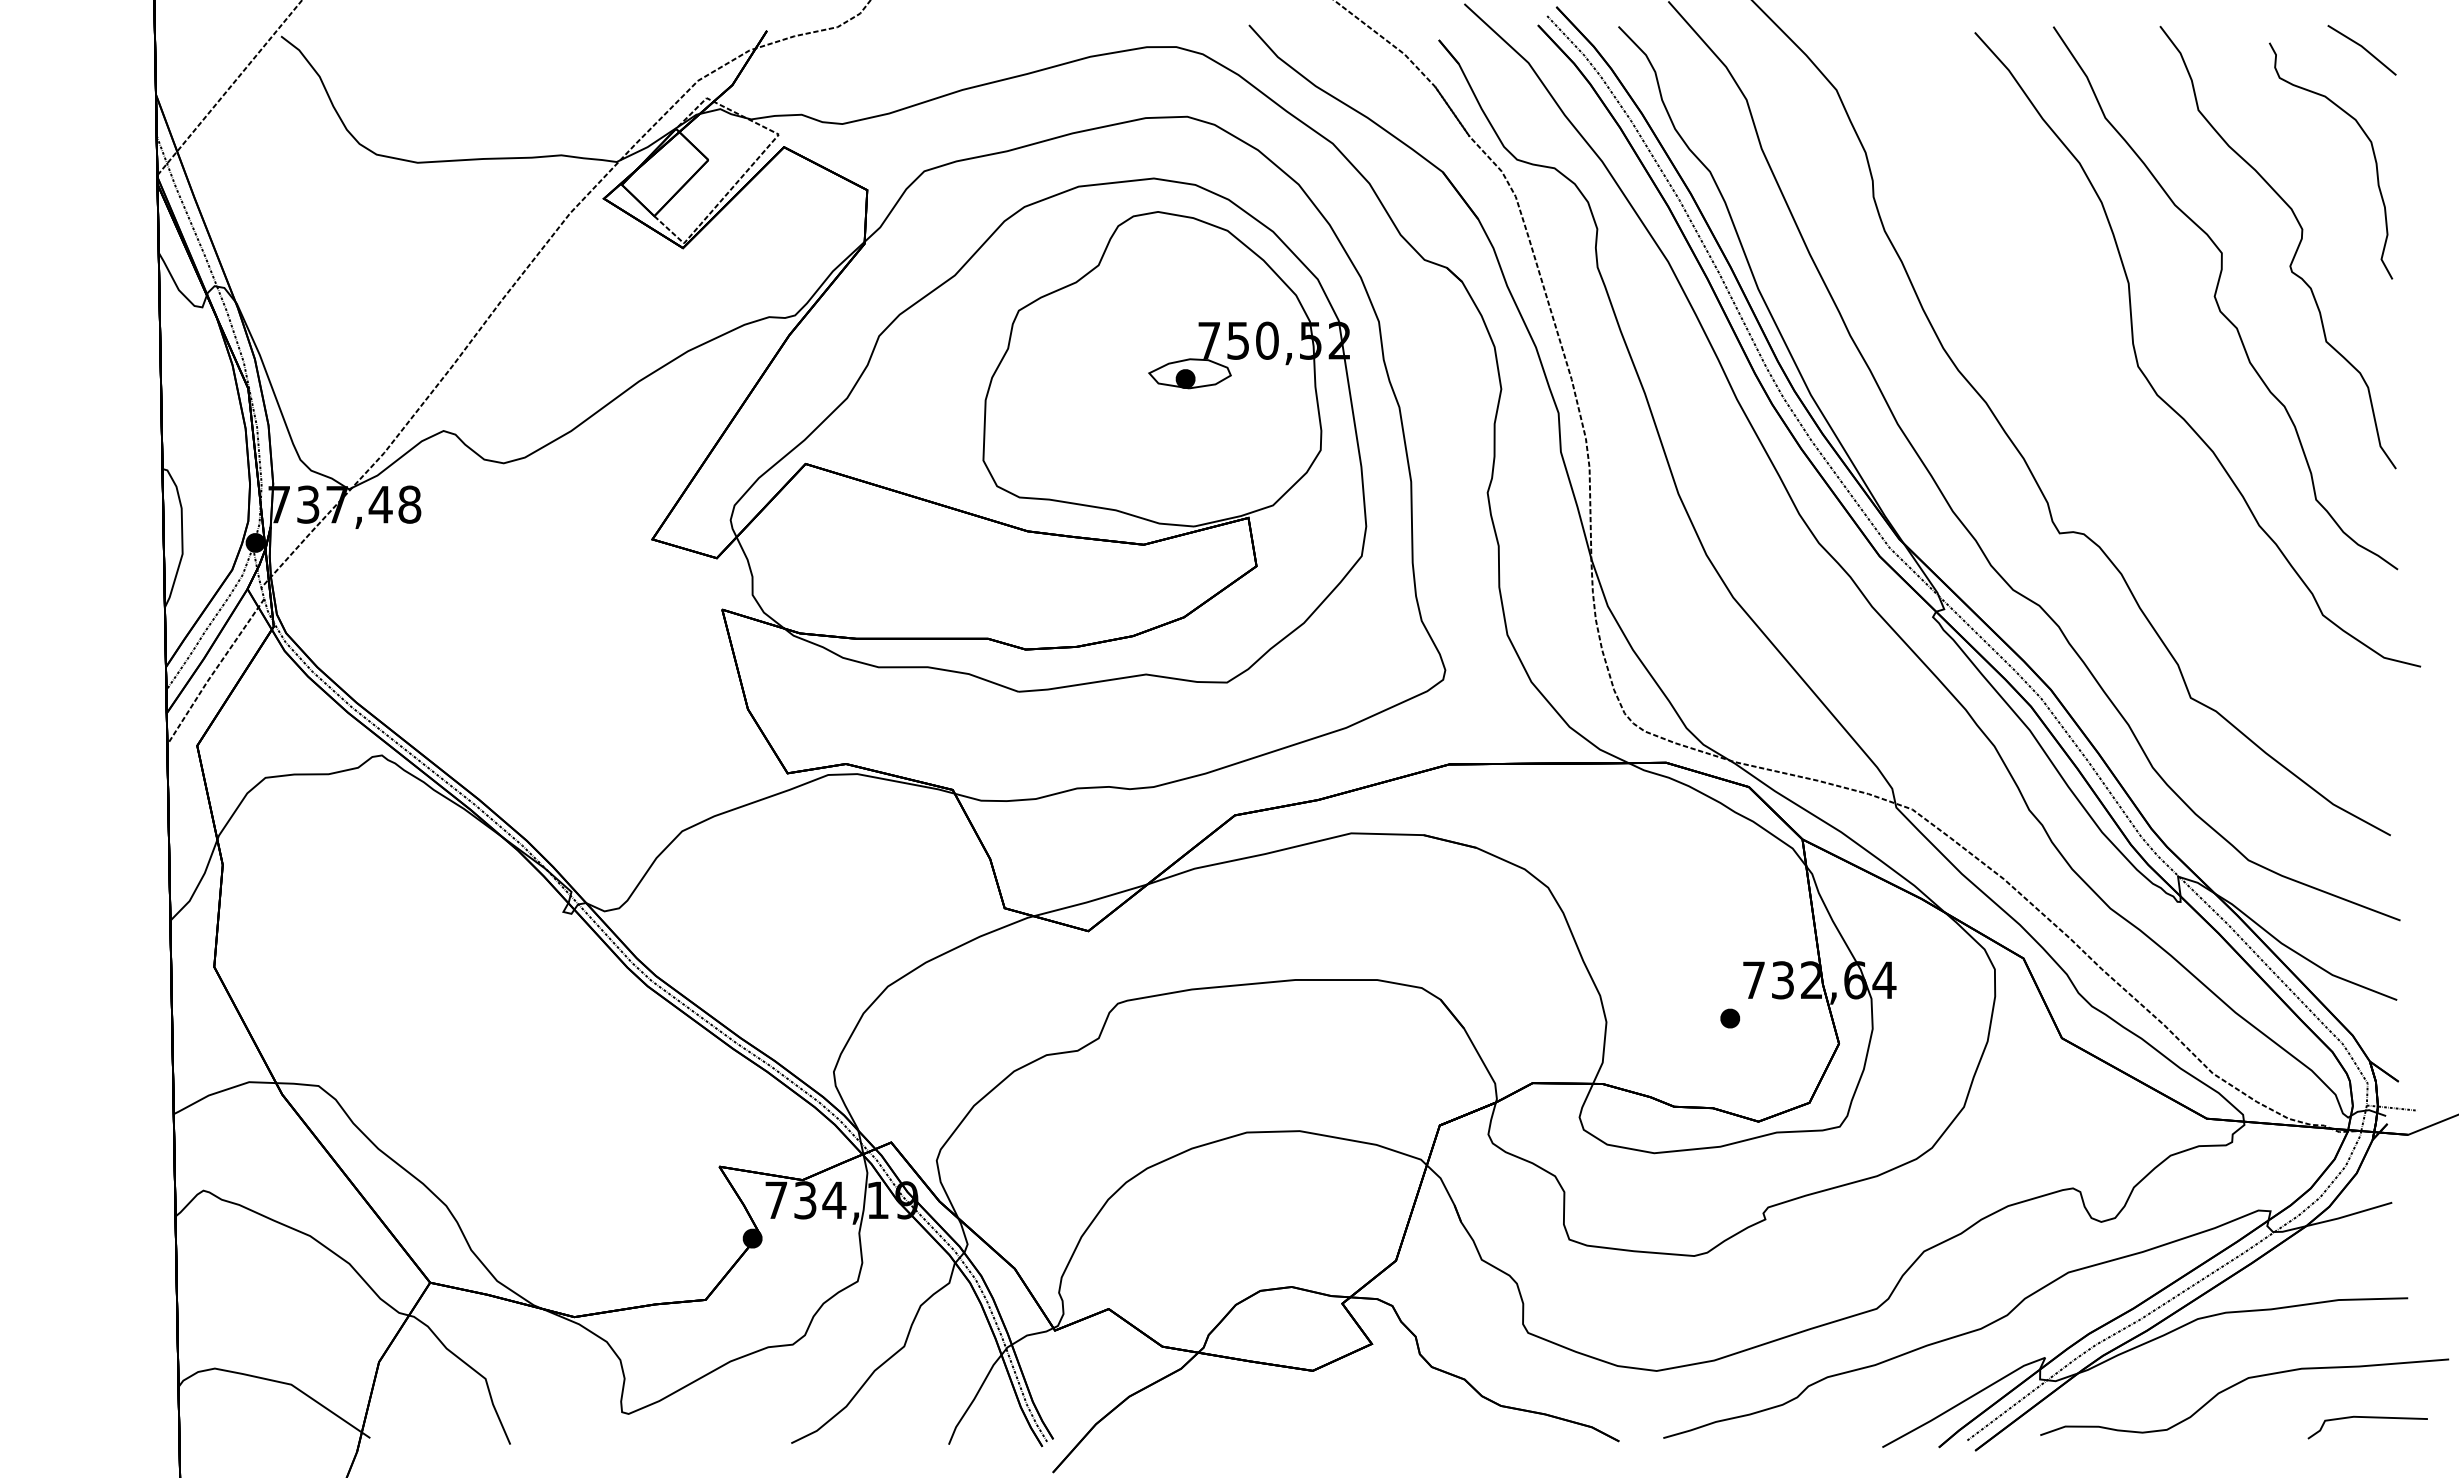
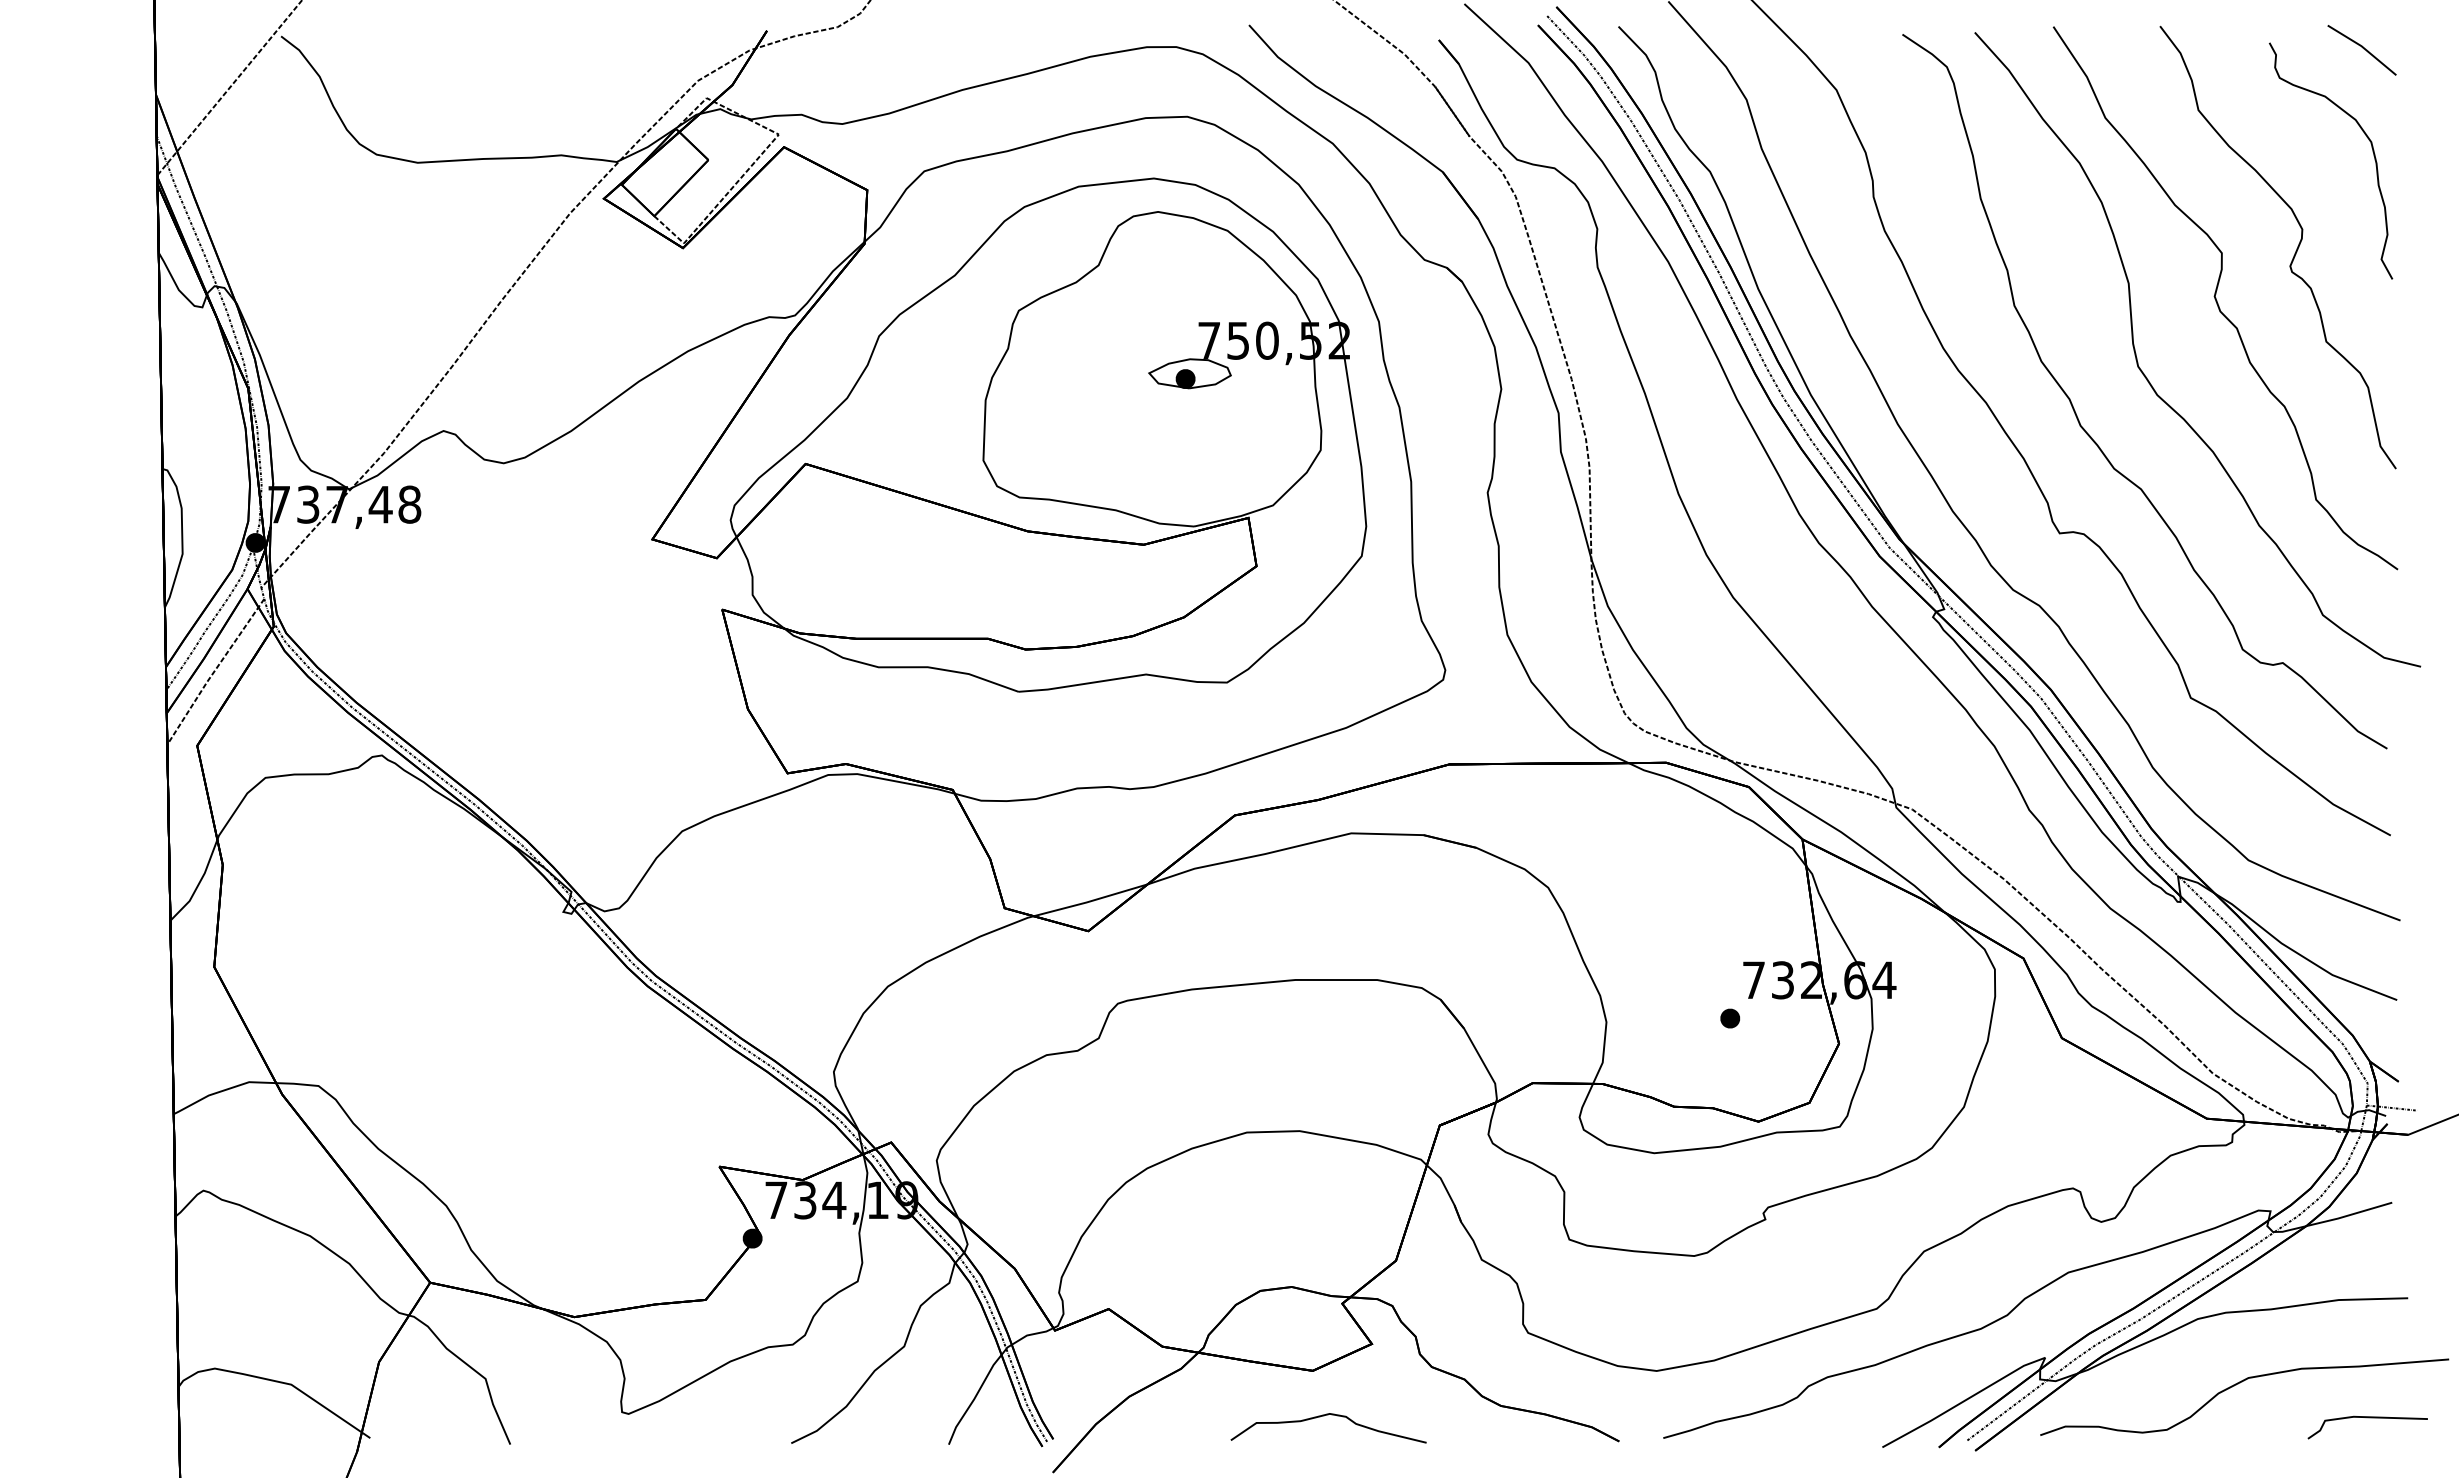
part at (2091, 436): none -> present
part at (1324, 1416): none -> present
